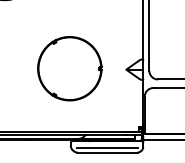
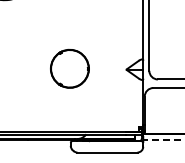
part at (69, 68) size: 66x66 px -> 40x41 px
line at (164, 140): solid -> dashed
line at (106, 148): present -> none
